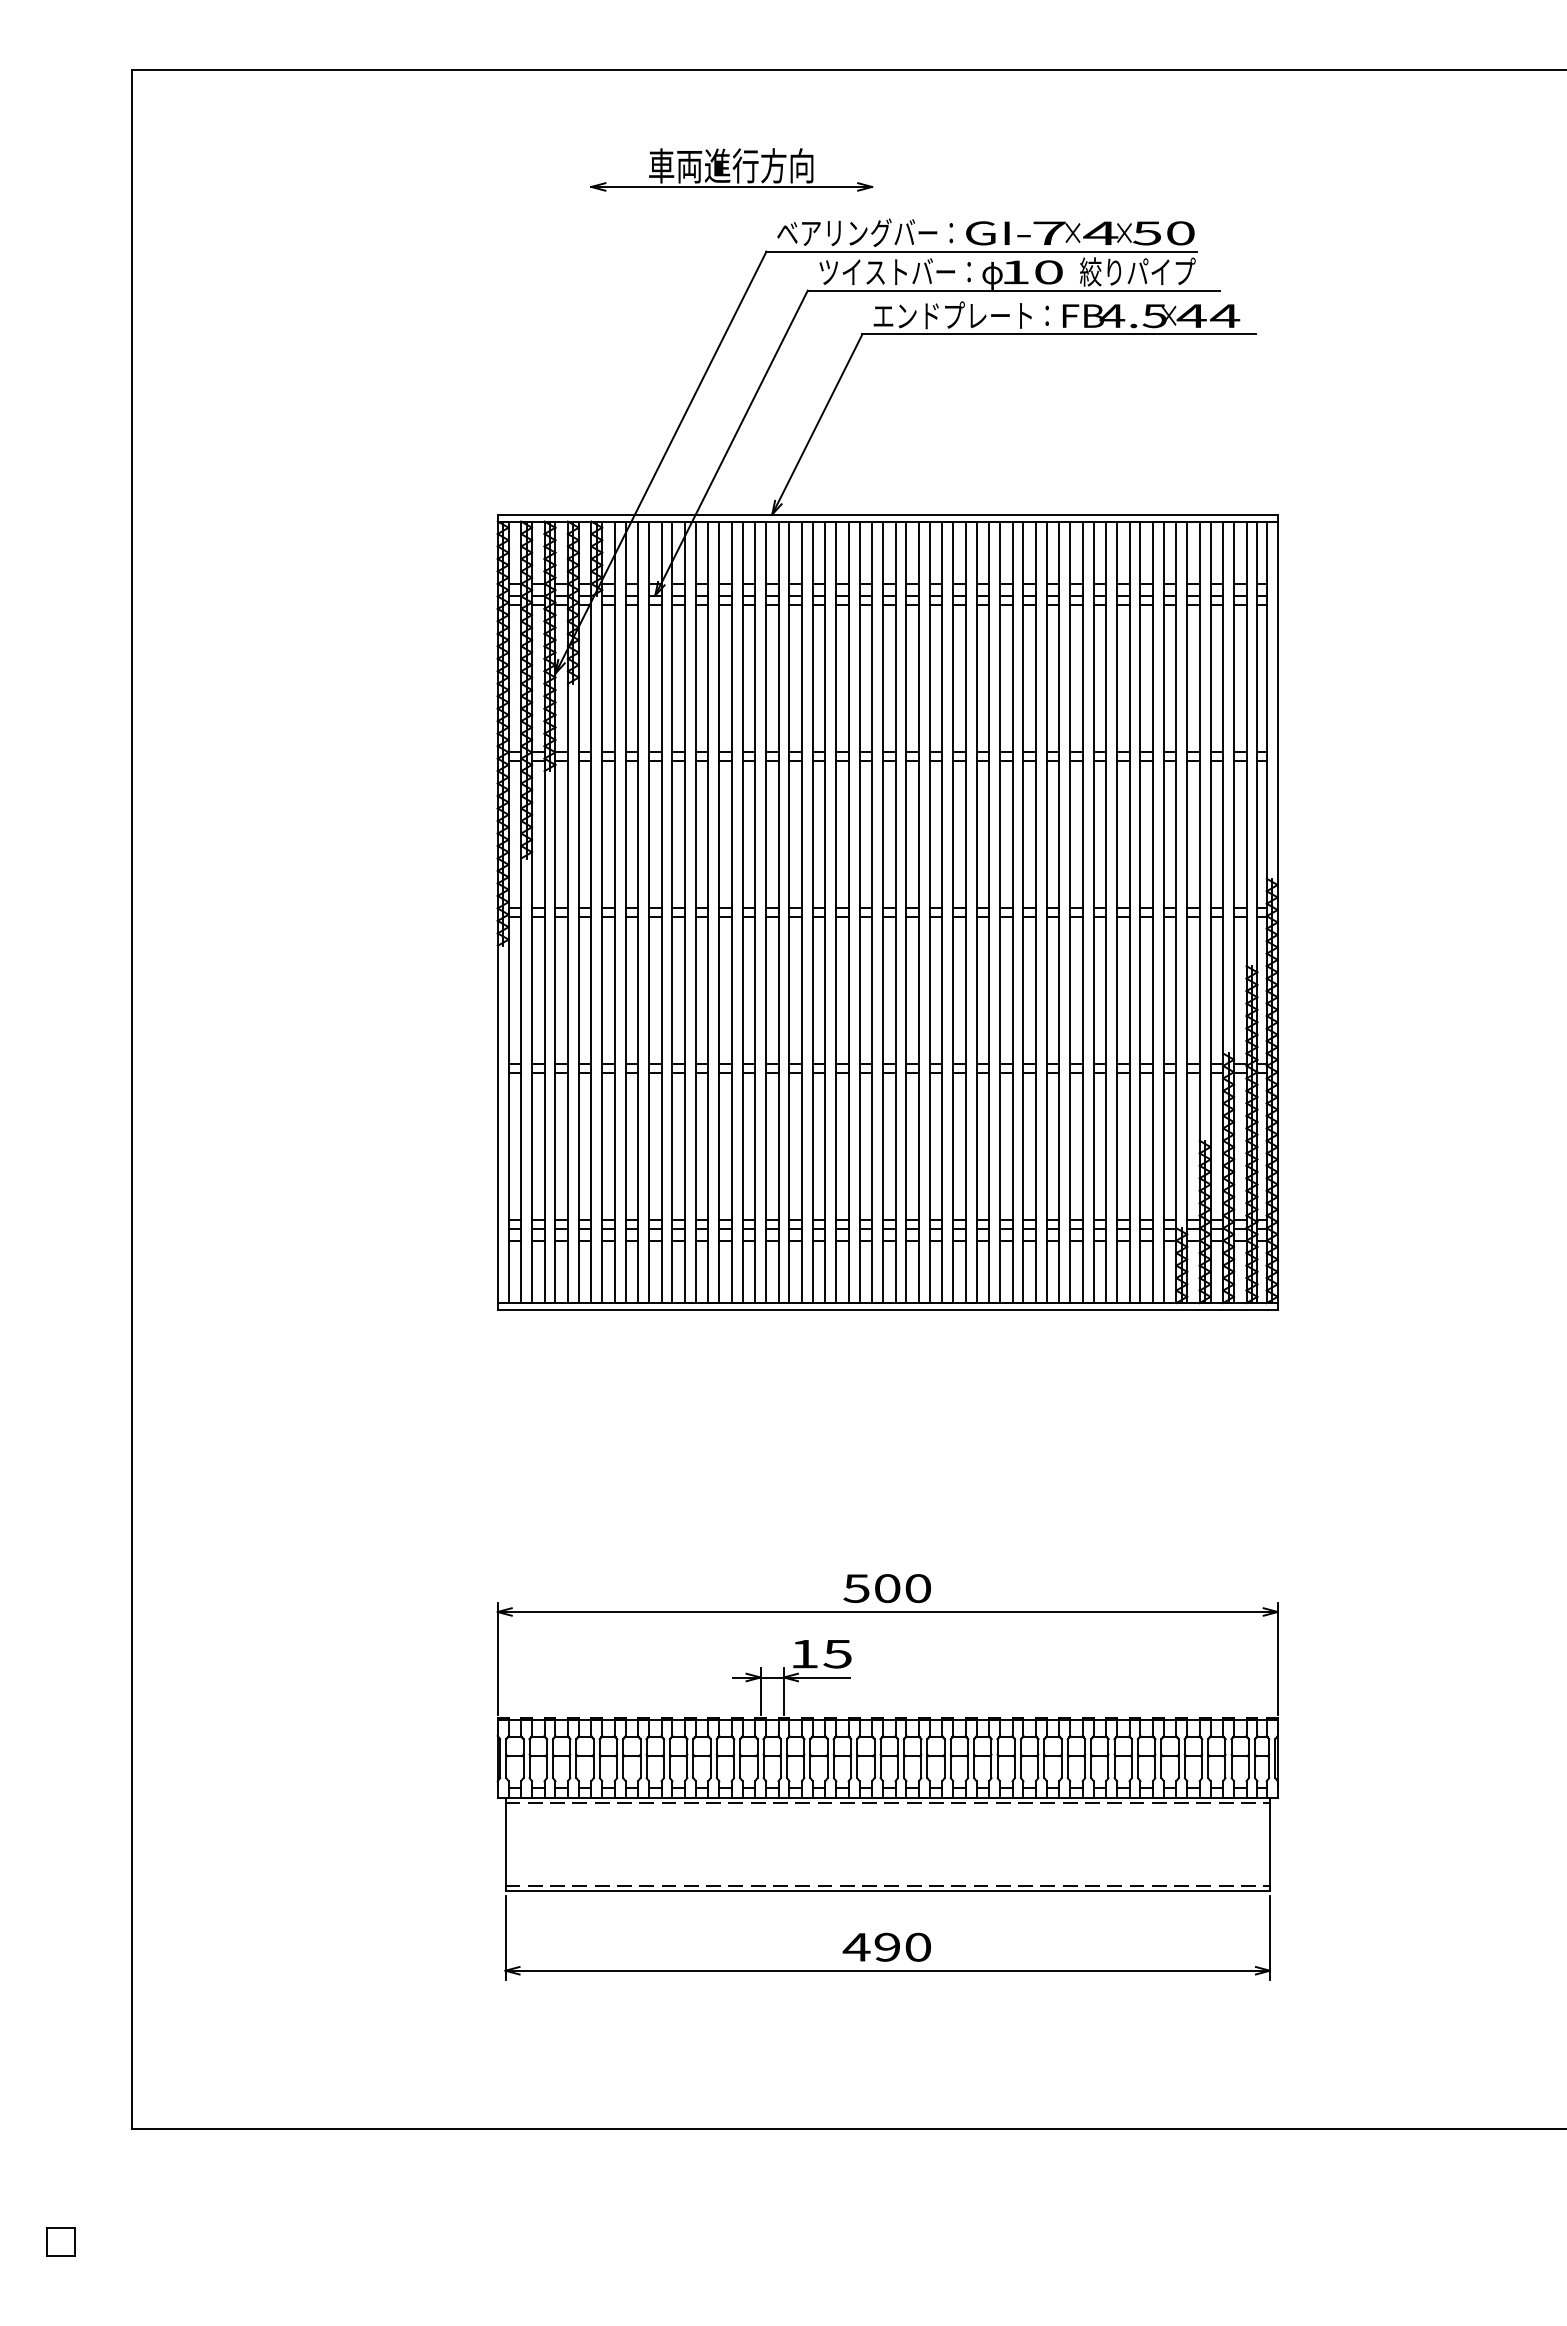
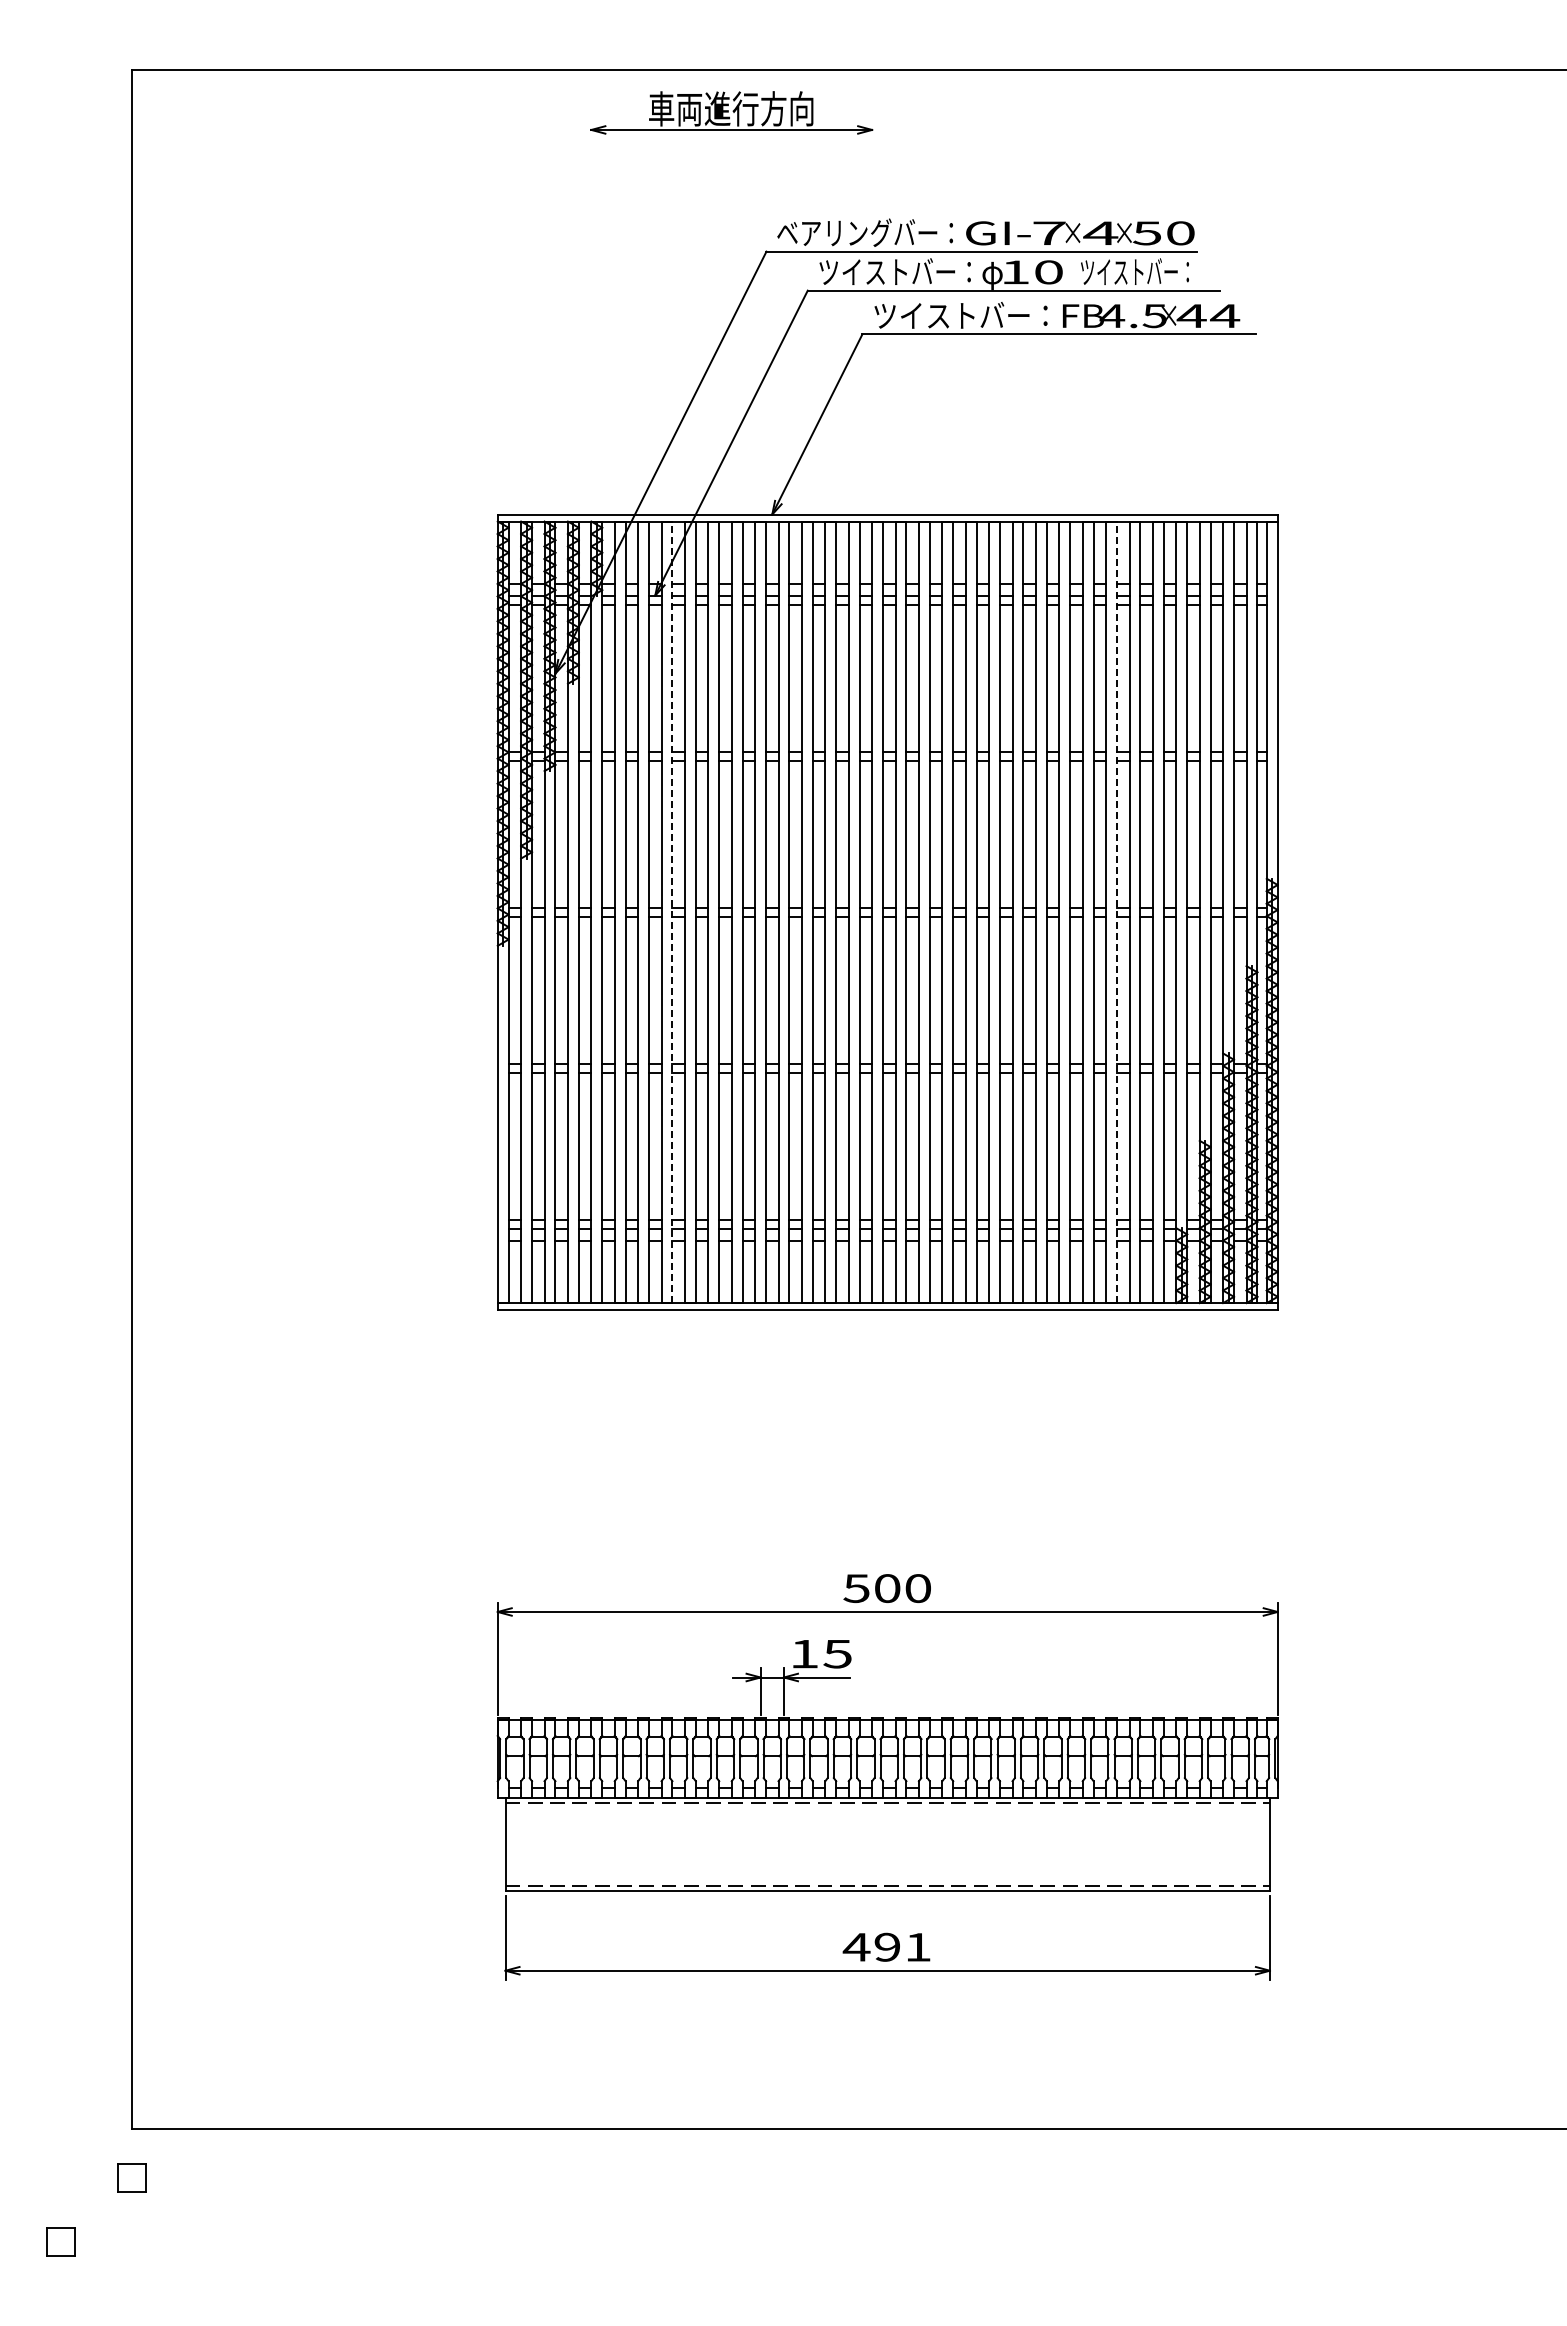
part at (731, 169) position: (731, 169) -> (731, 112)
text at (1137, 271): 絞りパイプ -> ツイストバー：
text at (960, 315): エンドプレート： -> ツイストバー：
line at (672, 912): solid -> dashed
line at (1117, 912): solid -> dashed
text at (917, 1946): 490 -> 491
part at (131, 2177): none -> present
